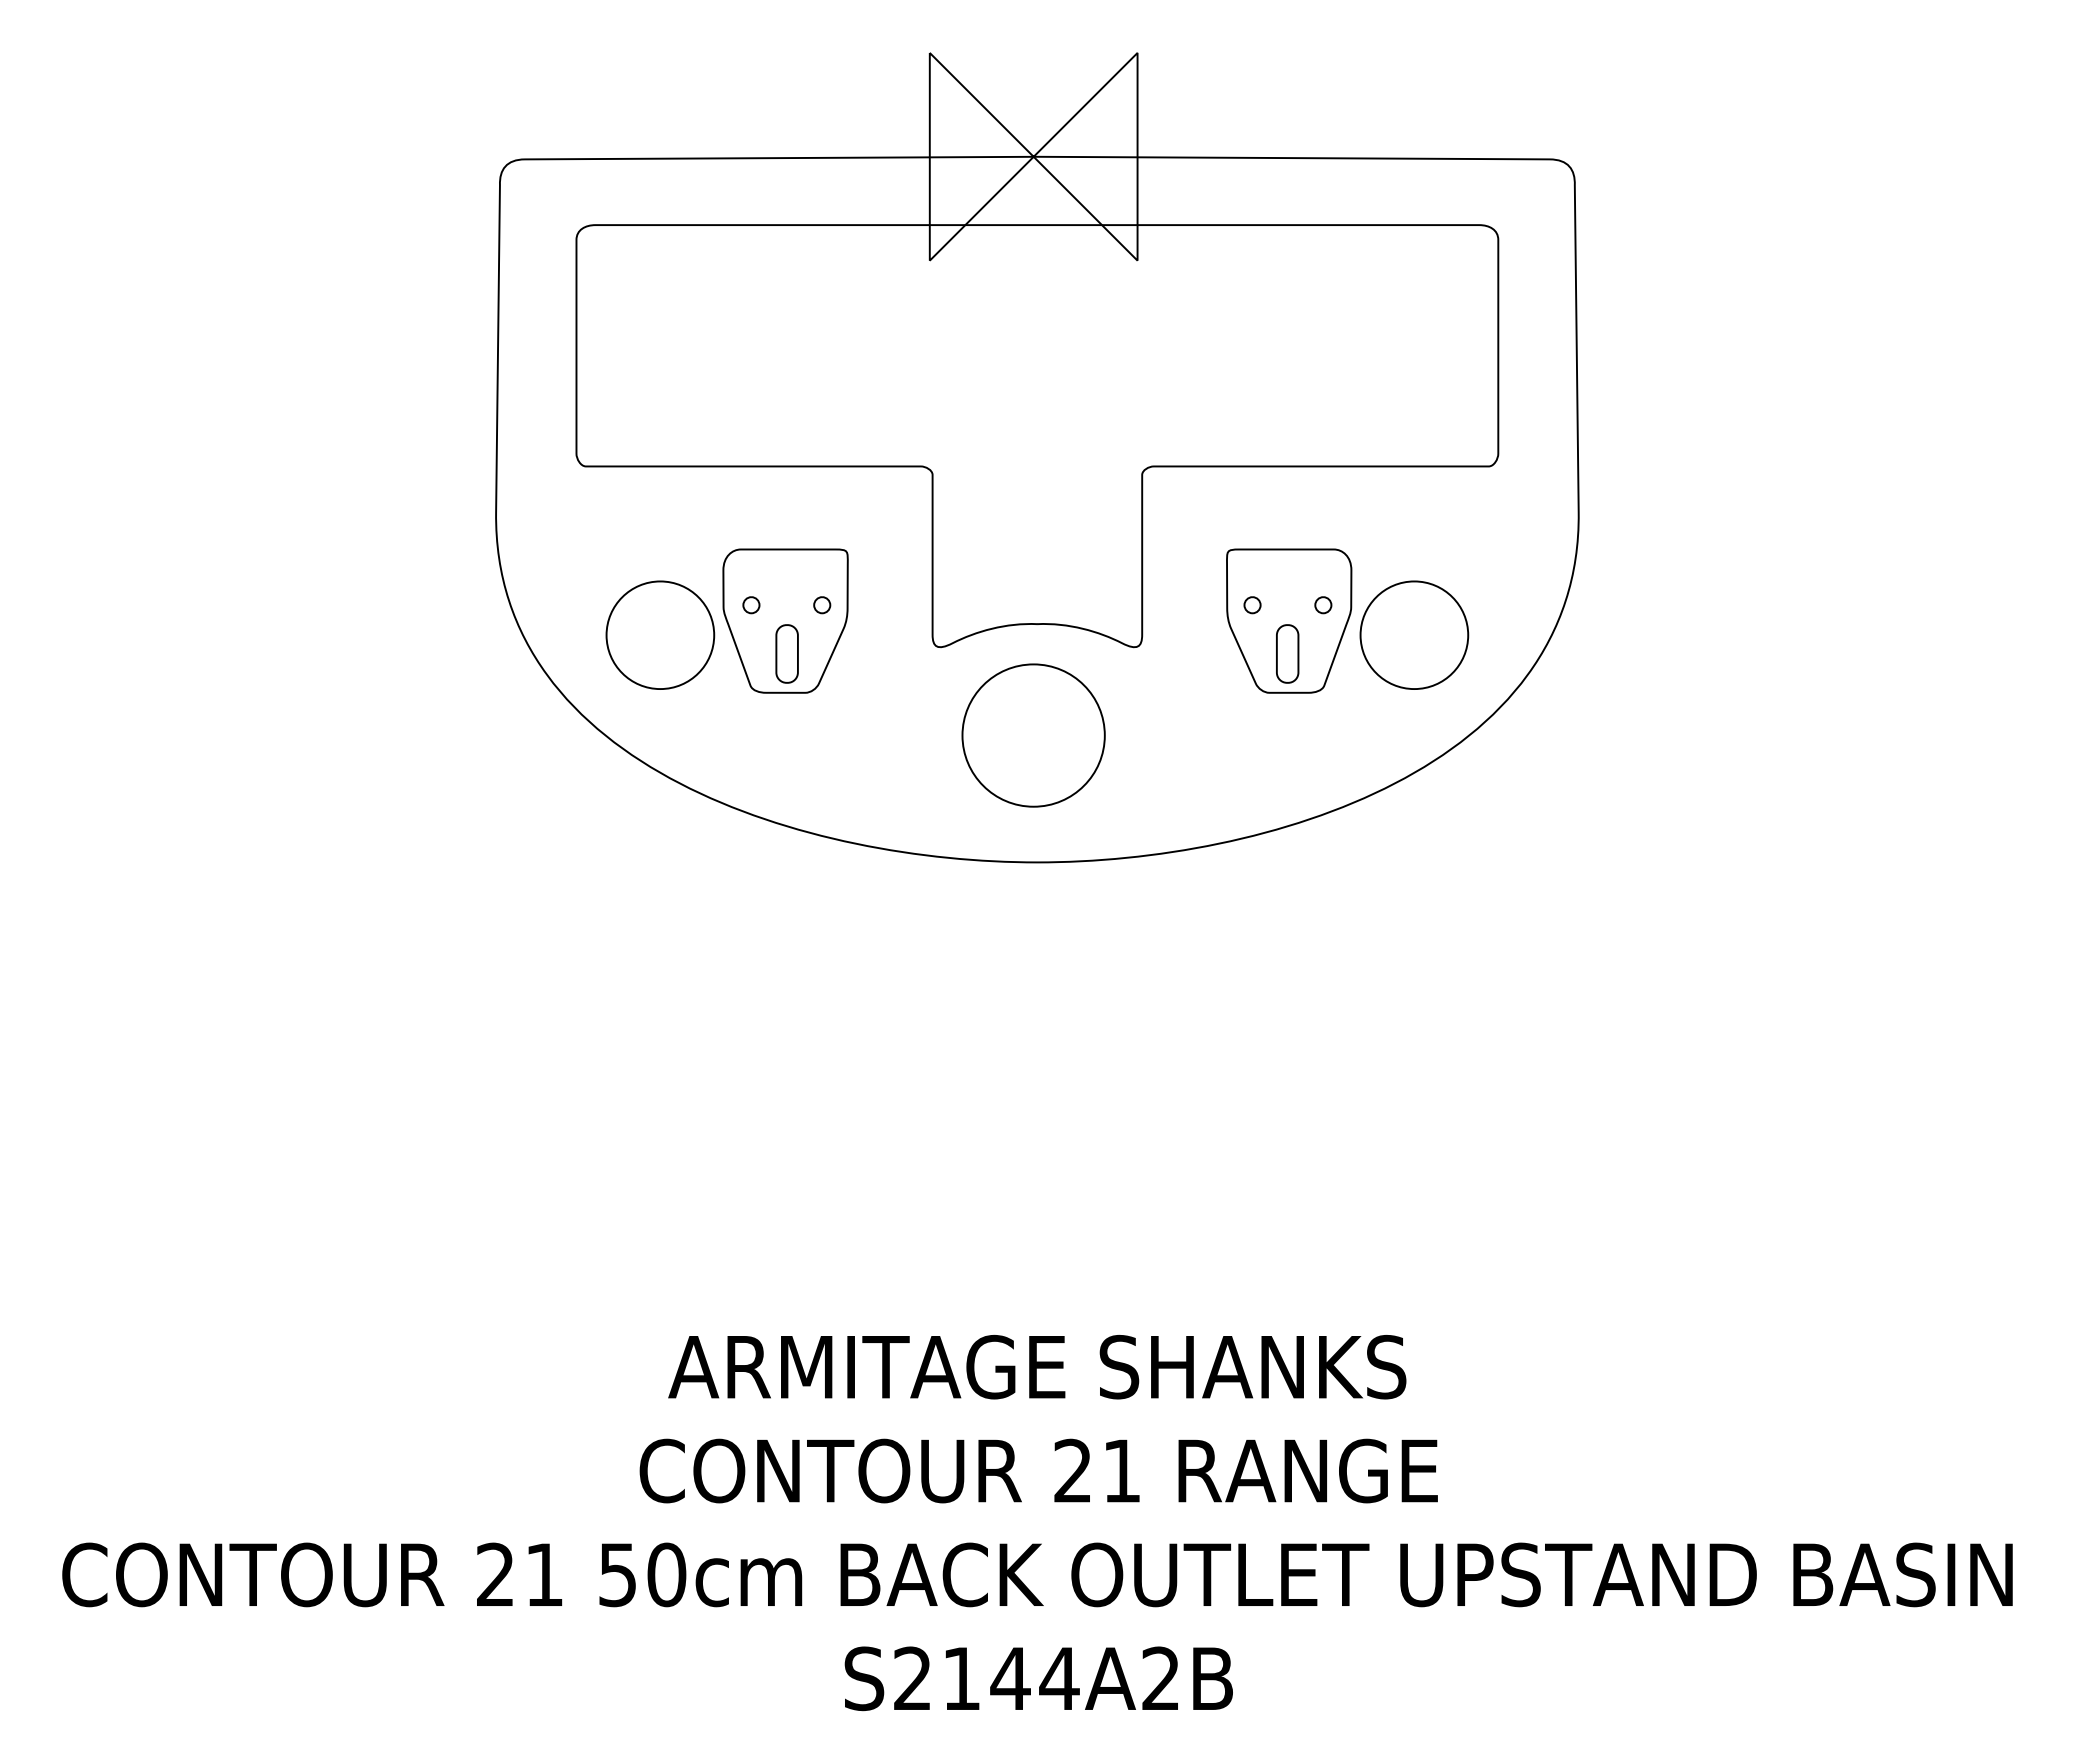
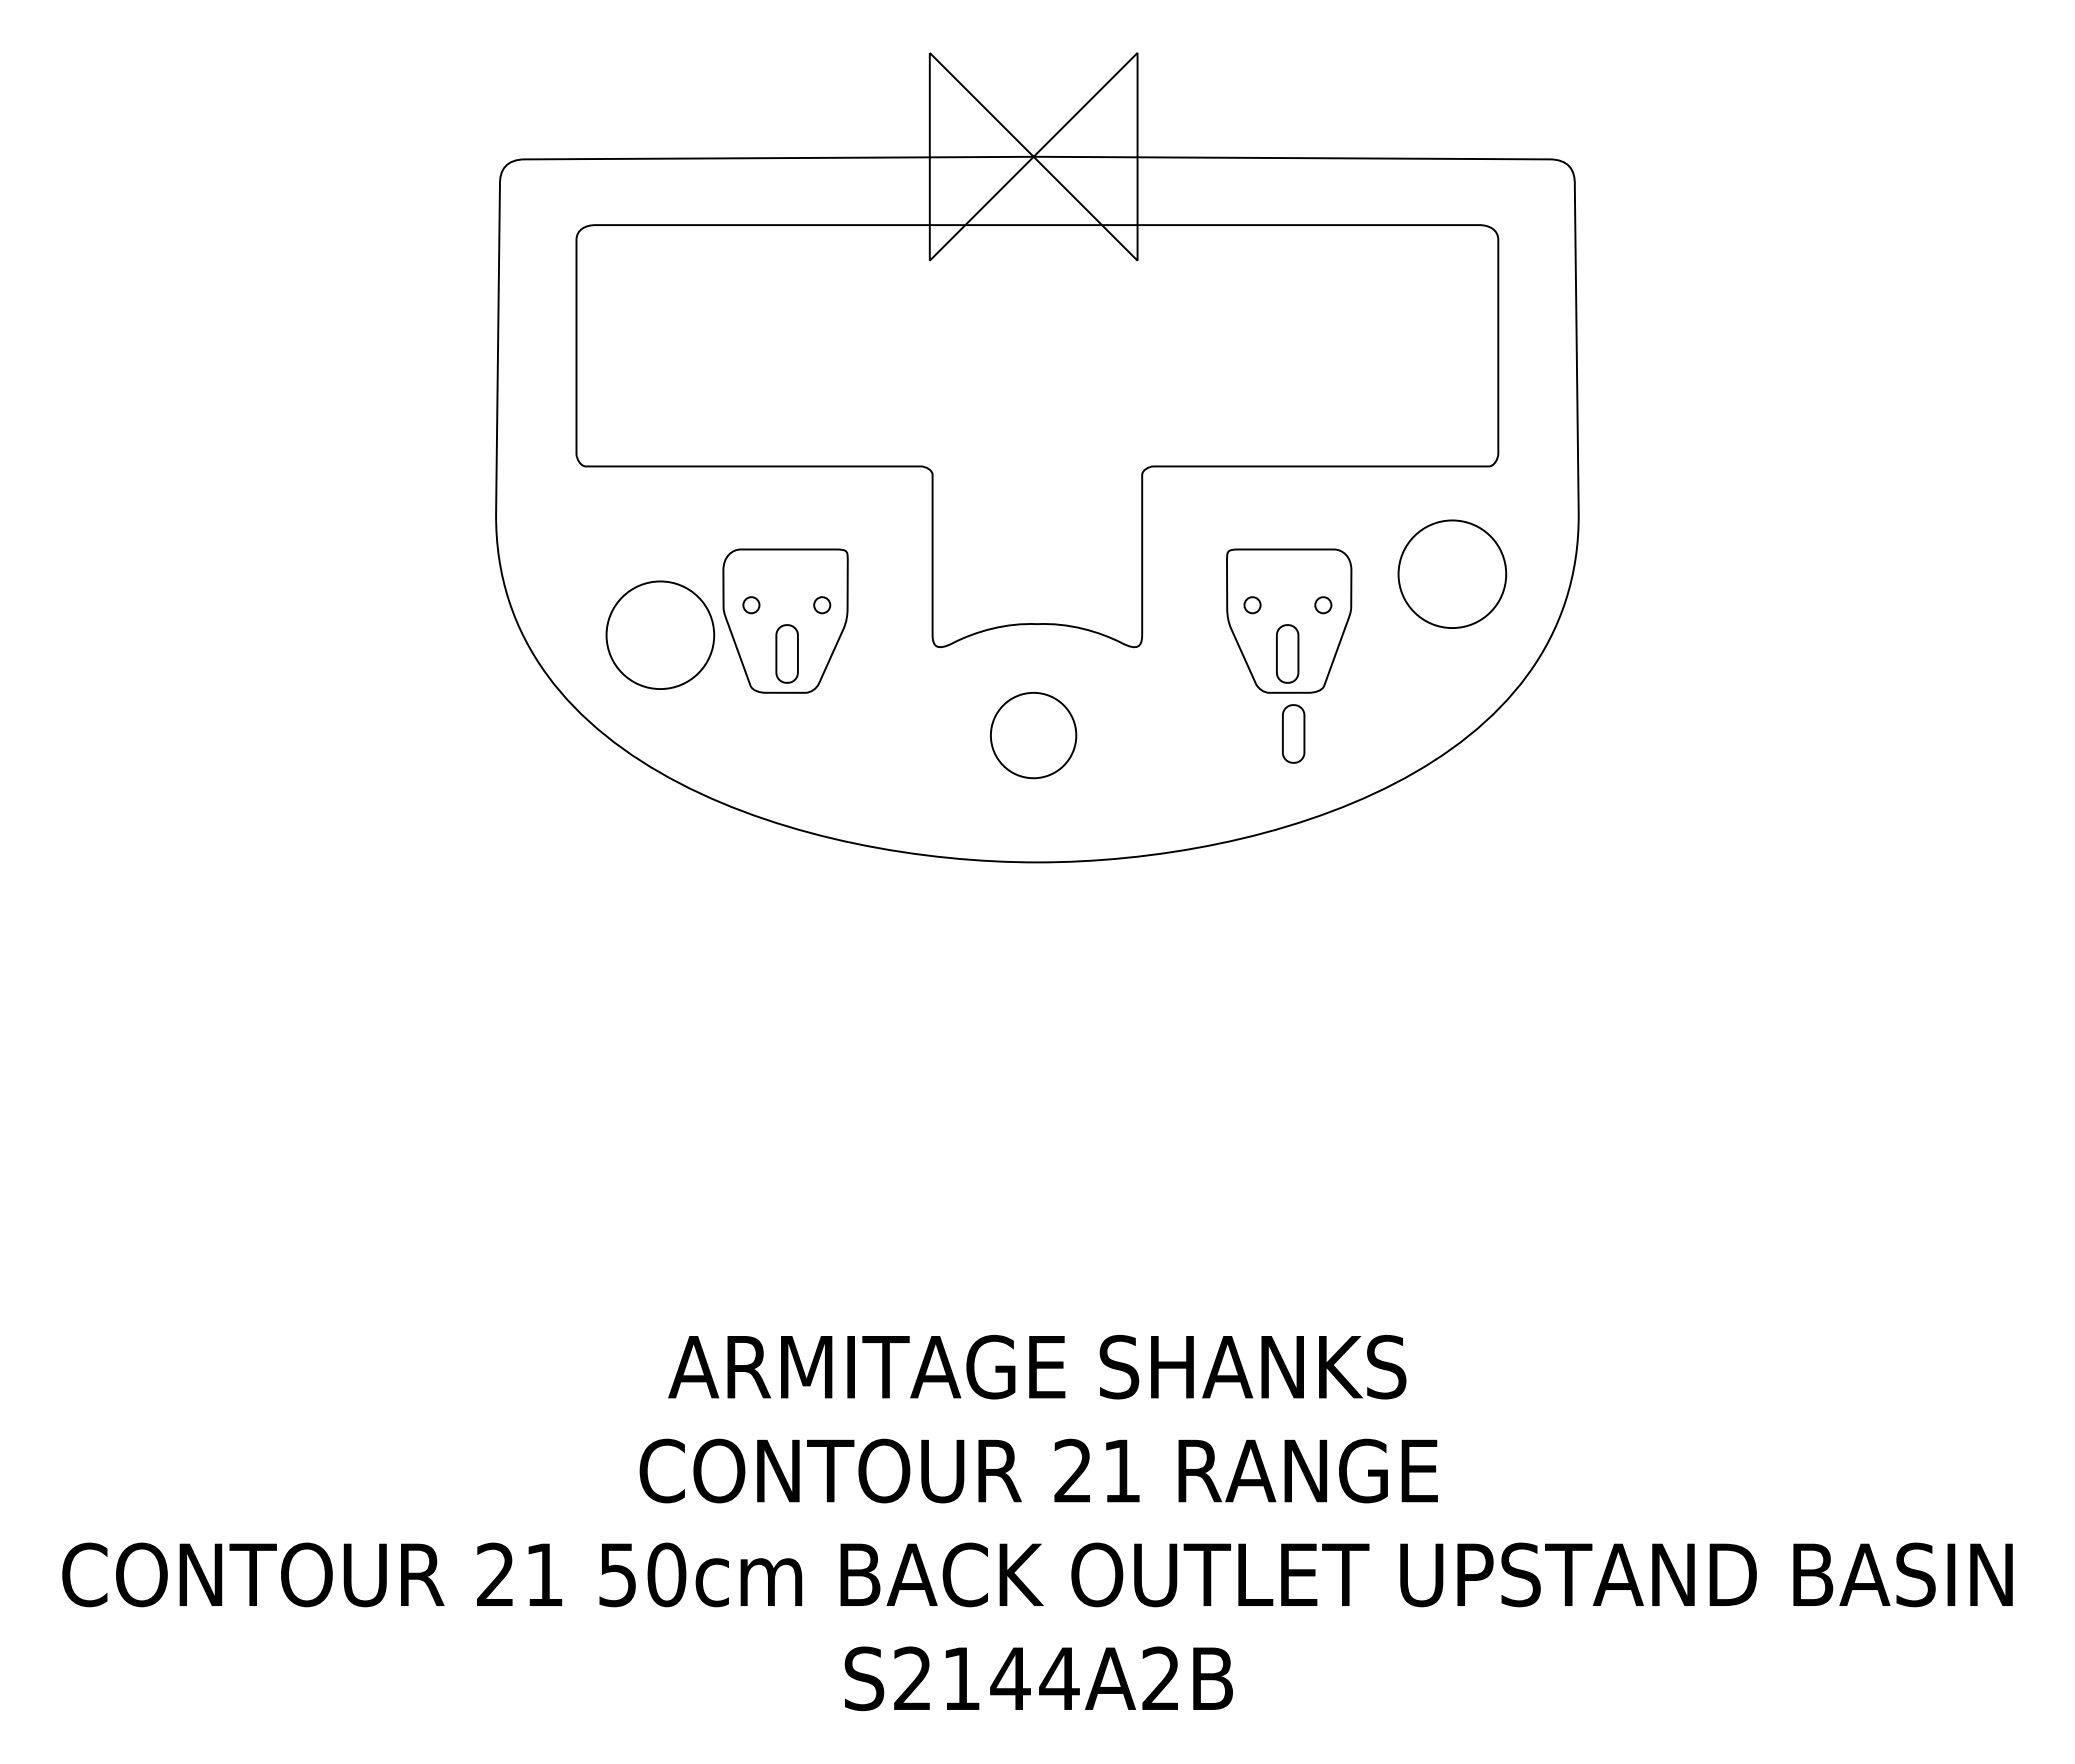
part at (1414, 634) position: (1414, 634) -> (1452, 573)
part at (1293, 733): none -> present
part at (1033, 735) size: 145x145 px -> 88x88 px
